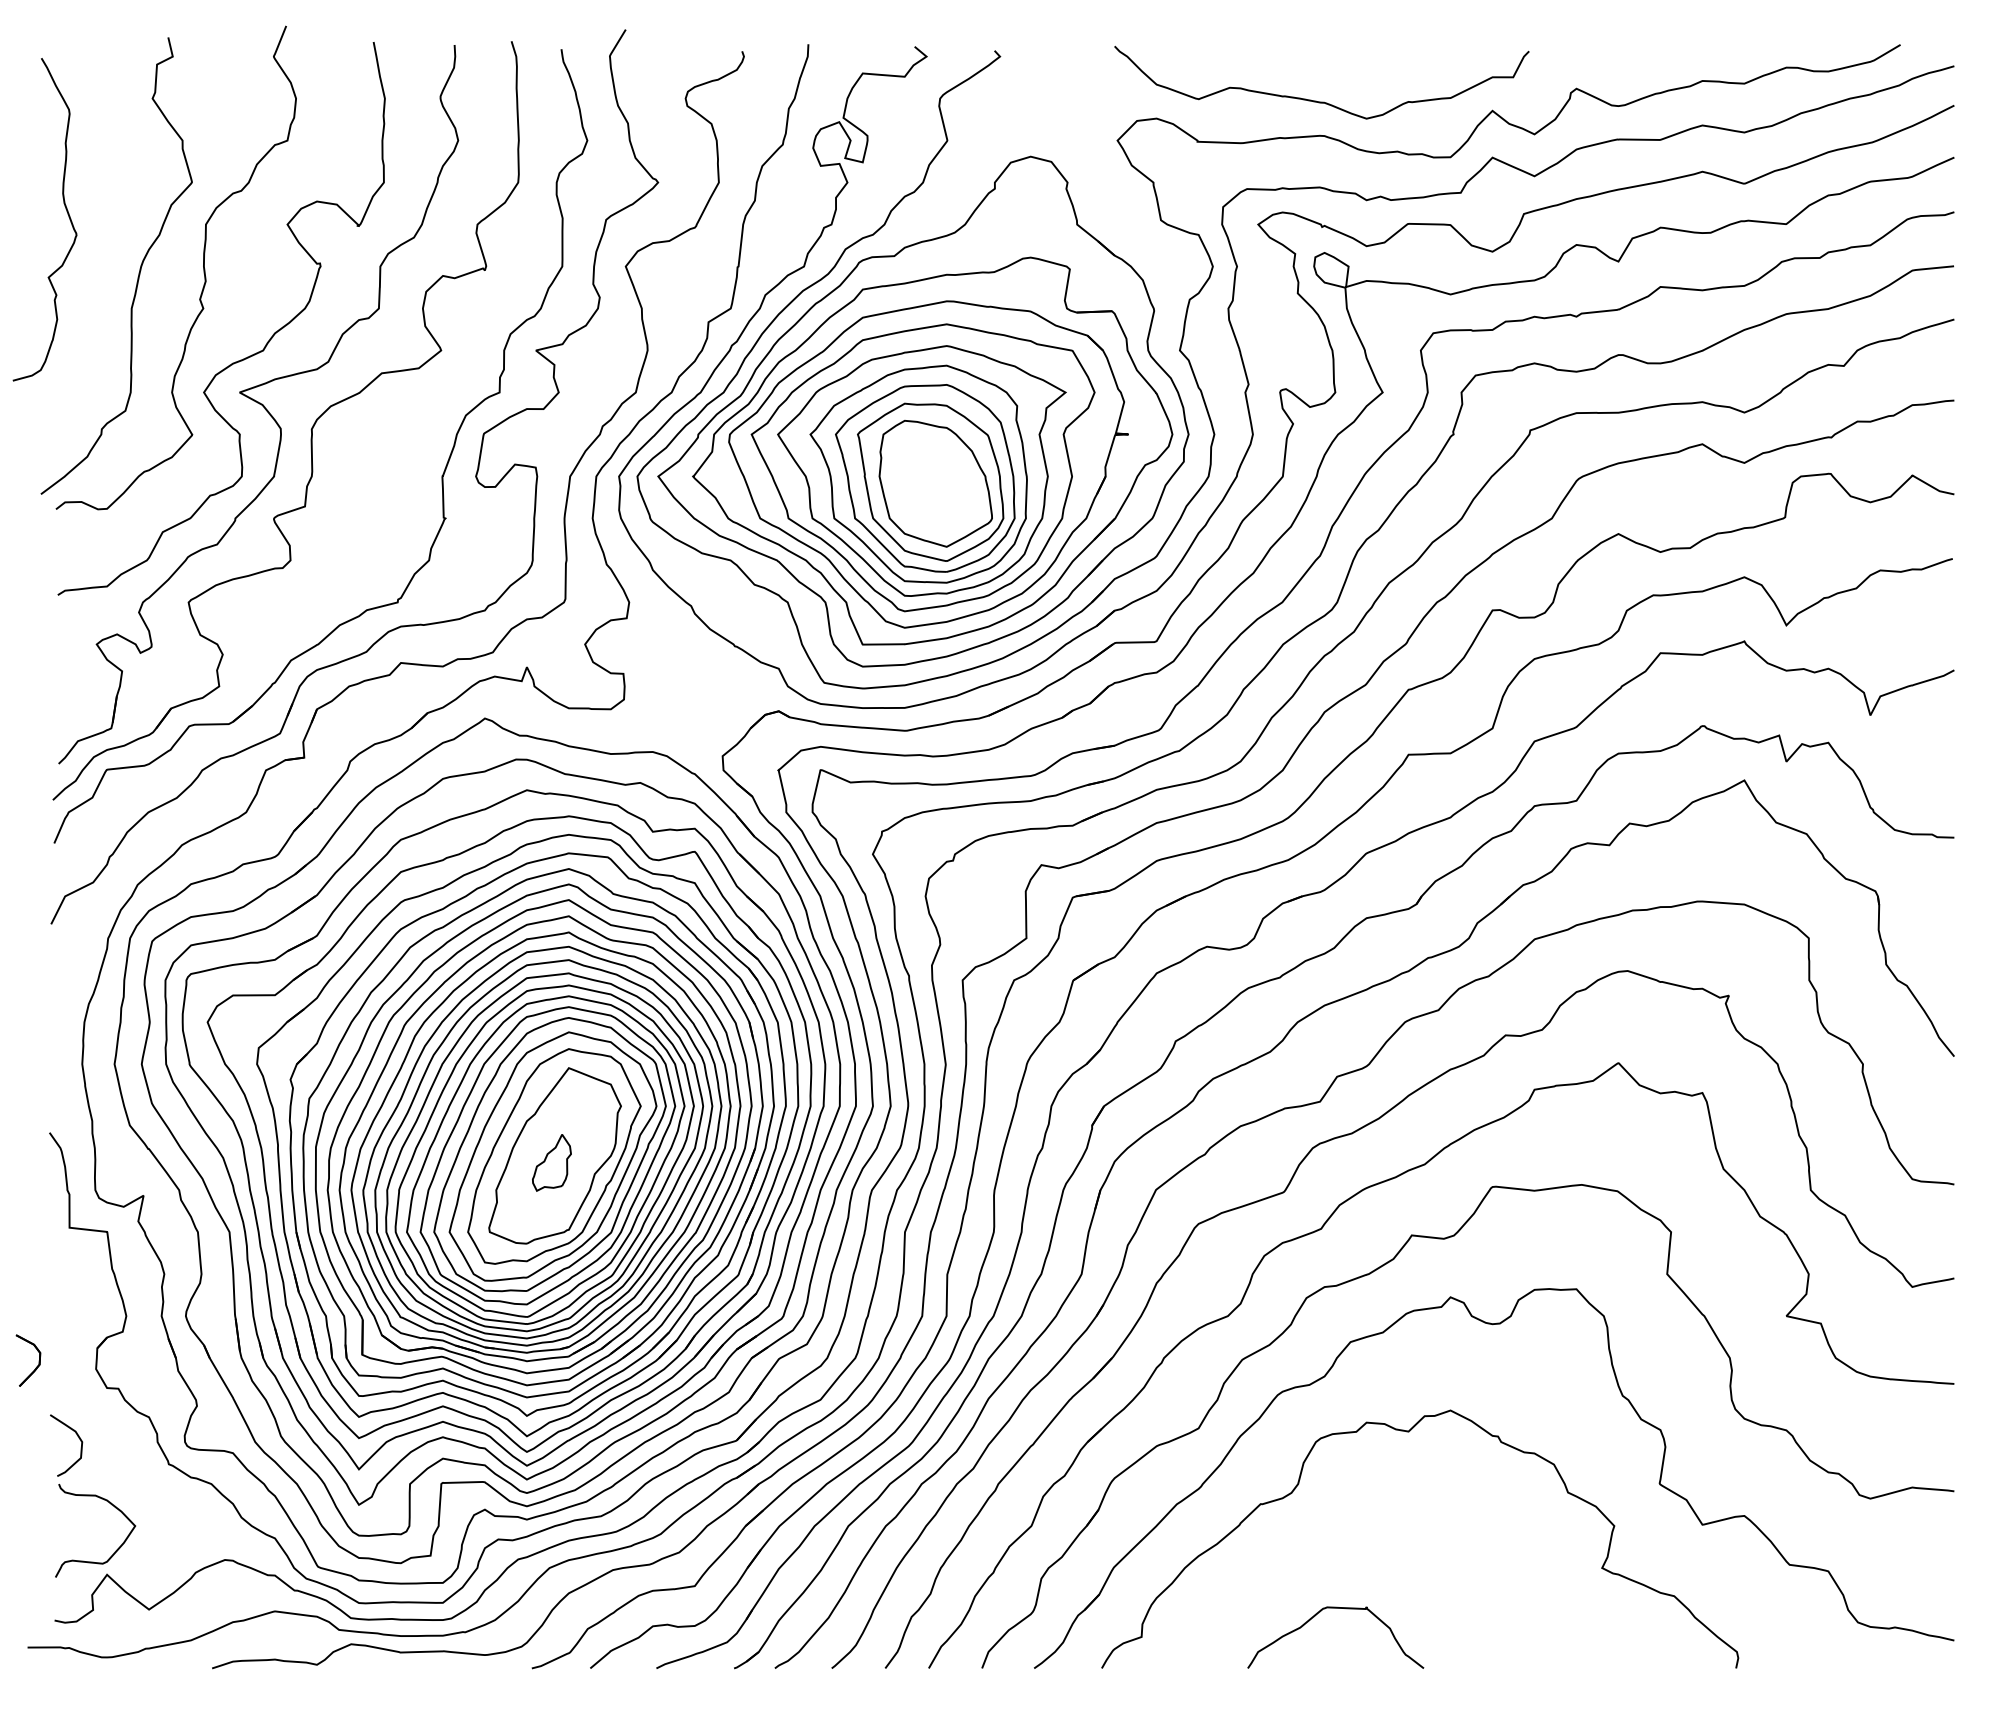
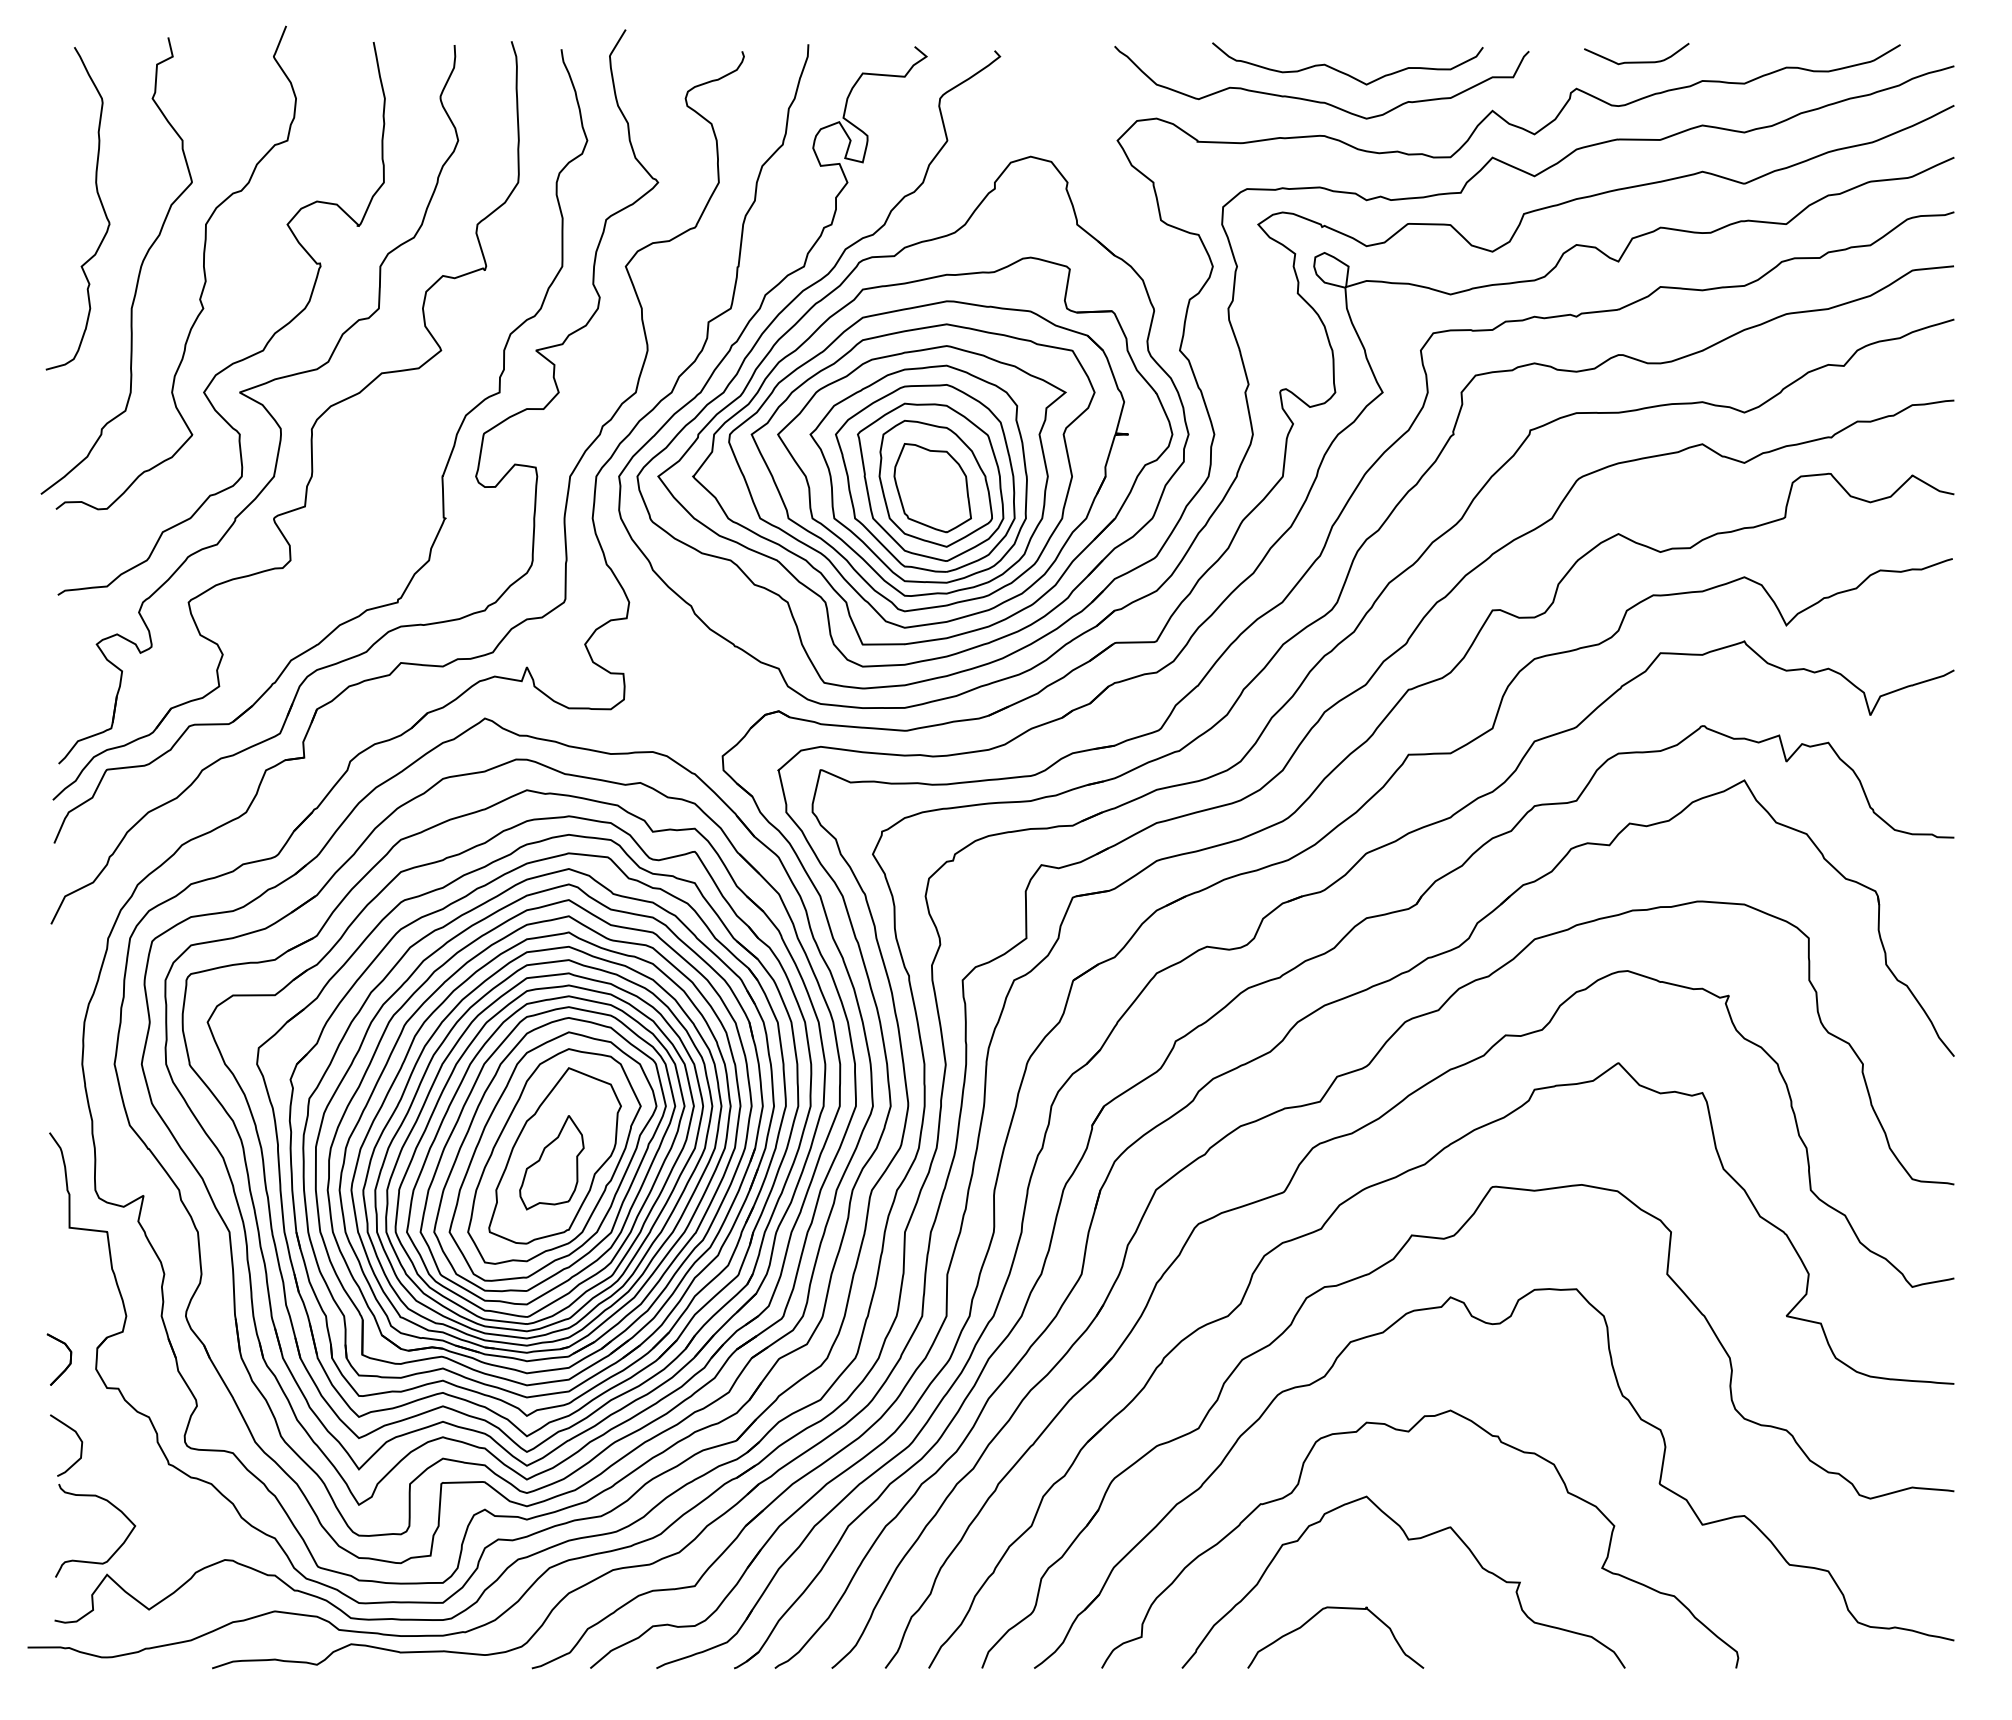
curve at (1636, 61): none -> present
curve at (1342, 71): none -> present
curve at (65, 209) position: (65, 209) -> (98, 198)
part at (932, 488): none -> present
part at (551, 1162) size: 40x58 px -> 66x96 px
part at (35, 1367) position: (35, 1367) -> (66, 1366)
curve at (1408, 1540): none -> present
